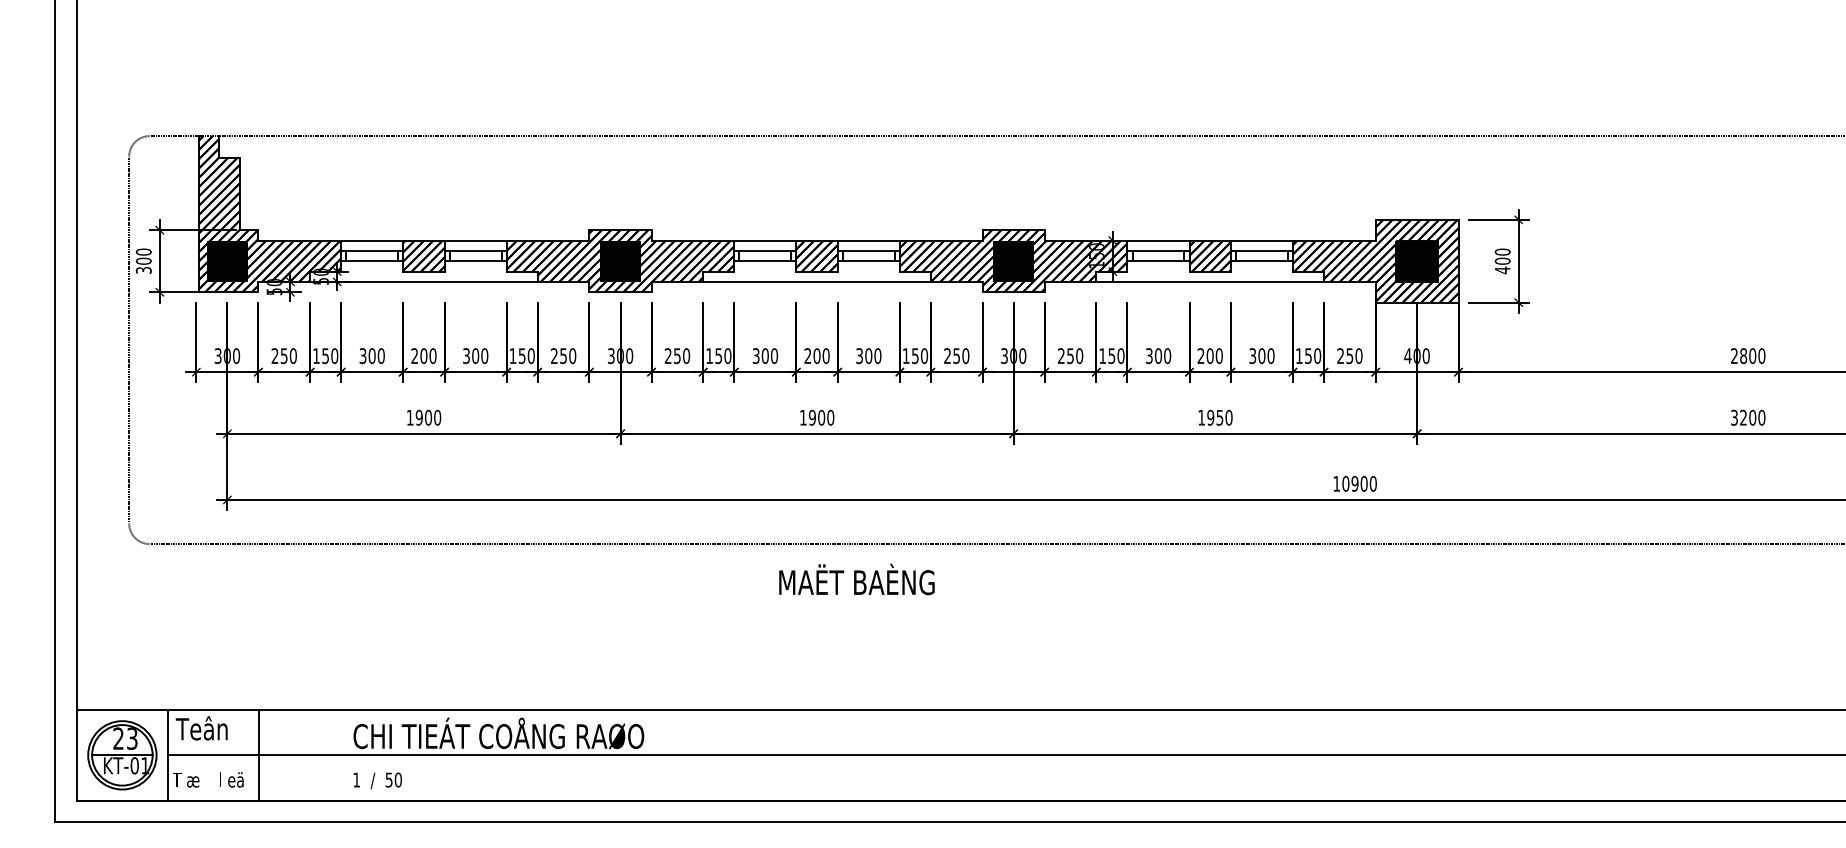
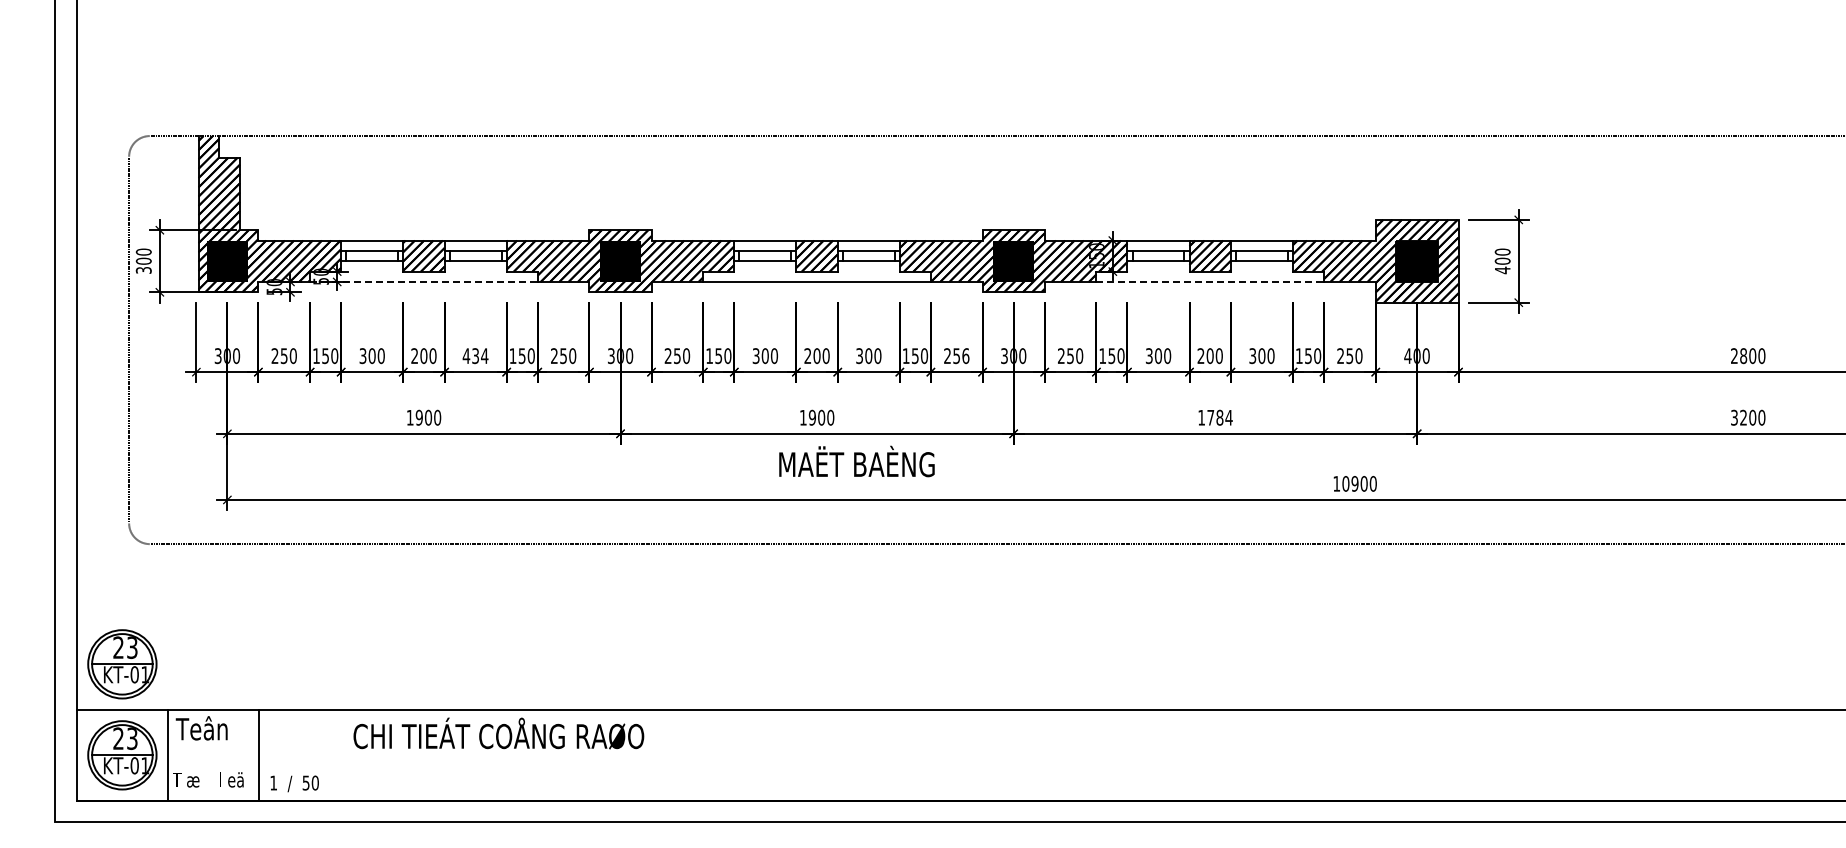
line at (423, 281): solid -> dashed
line at (1210, 281): solid -> dashed
text at (965, 355): 250 -> 256
text at (475, 356): 300 -> 434
text at (1219, 417): 1950 -> 1784
text at (856, 579) position: (856, 579) -> (856, 461)
part at (122, 664): none -> present
line at (1004, 755): present -> none
text at (377, 780) position: (377, 780) -> (294, 783)
